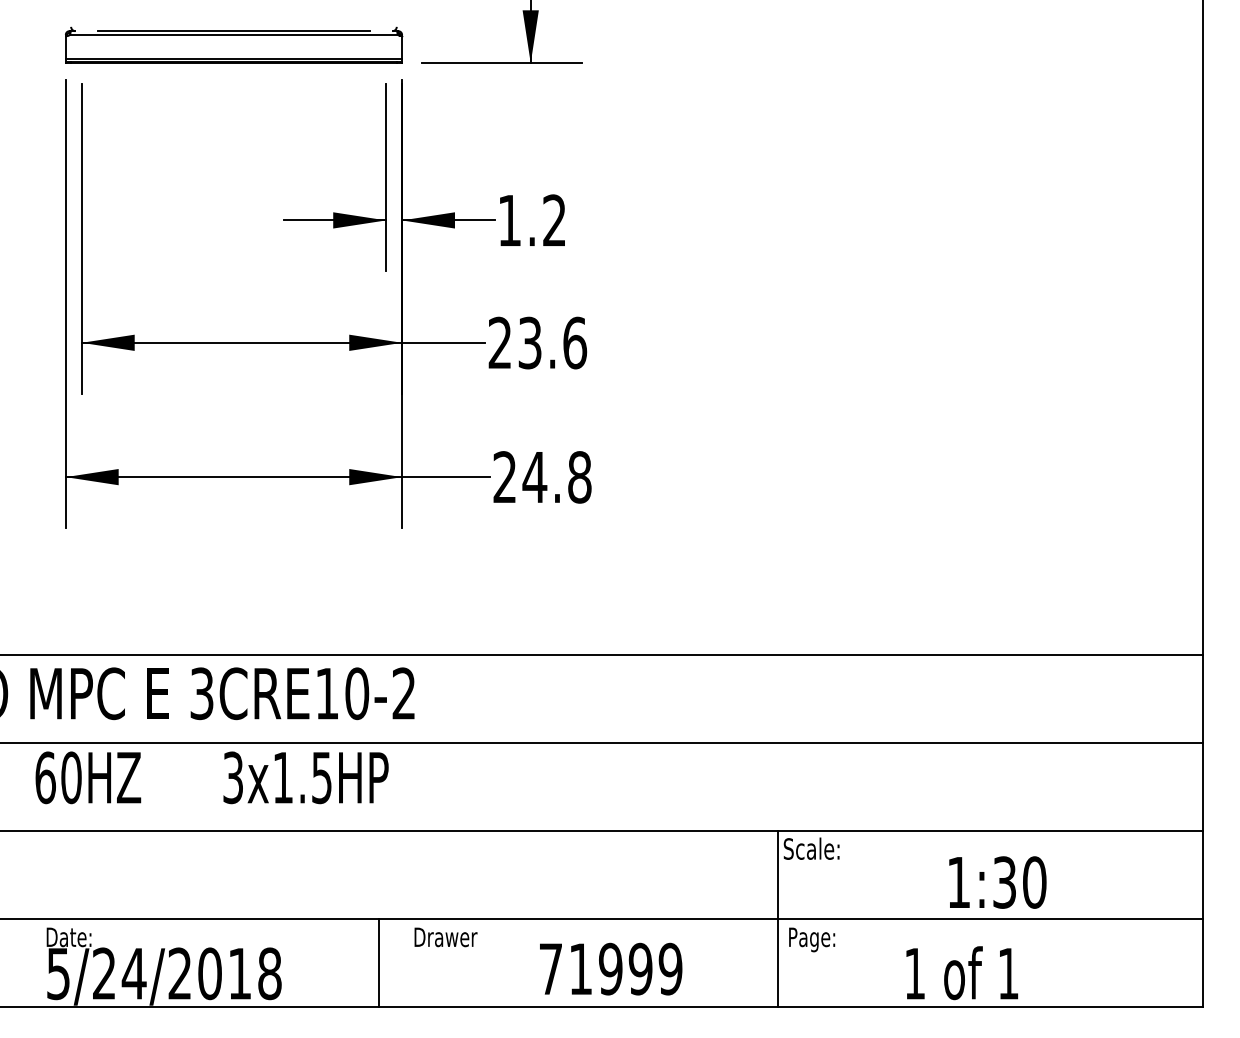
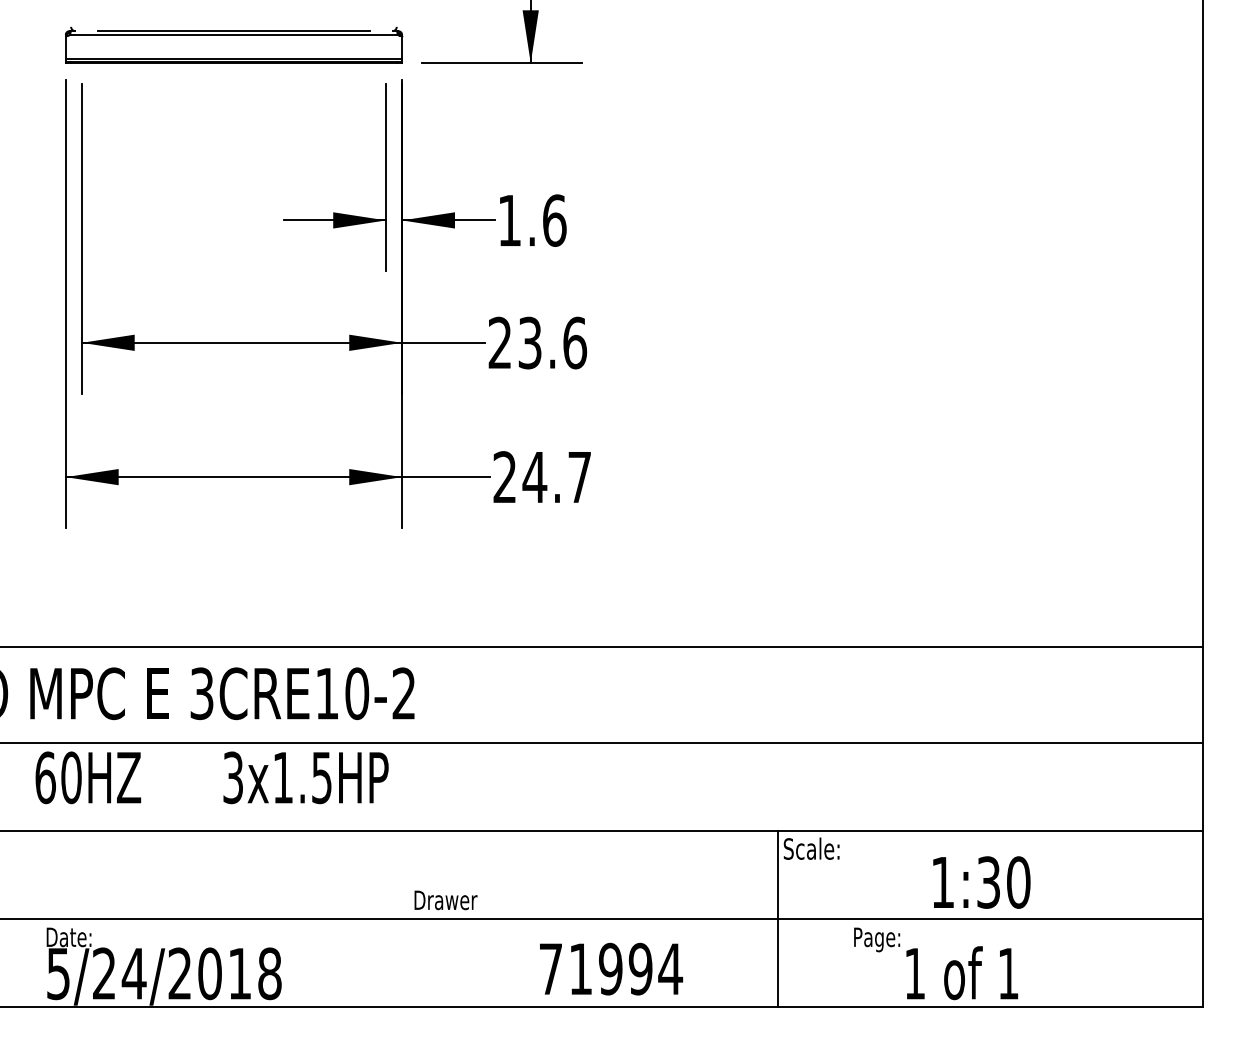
text at (554, 220): 1.2 -> 1.6
text at (579, 477): 24.8 -> 24.7
line at (602, 654) position: (602, 654) -> (602, 646)
text at (997, 882) position: (997, 882) -> (981, 882)
text at (445, 937) position: (445, 937) -> (445, 900)
text at (812, 939) position: (812, 939) -> (877, 939)
line at (379, 962): present -> none
text at (670, 968): 71999 -> 71994
